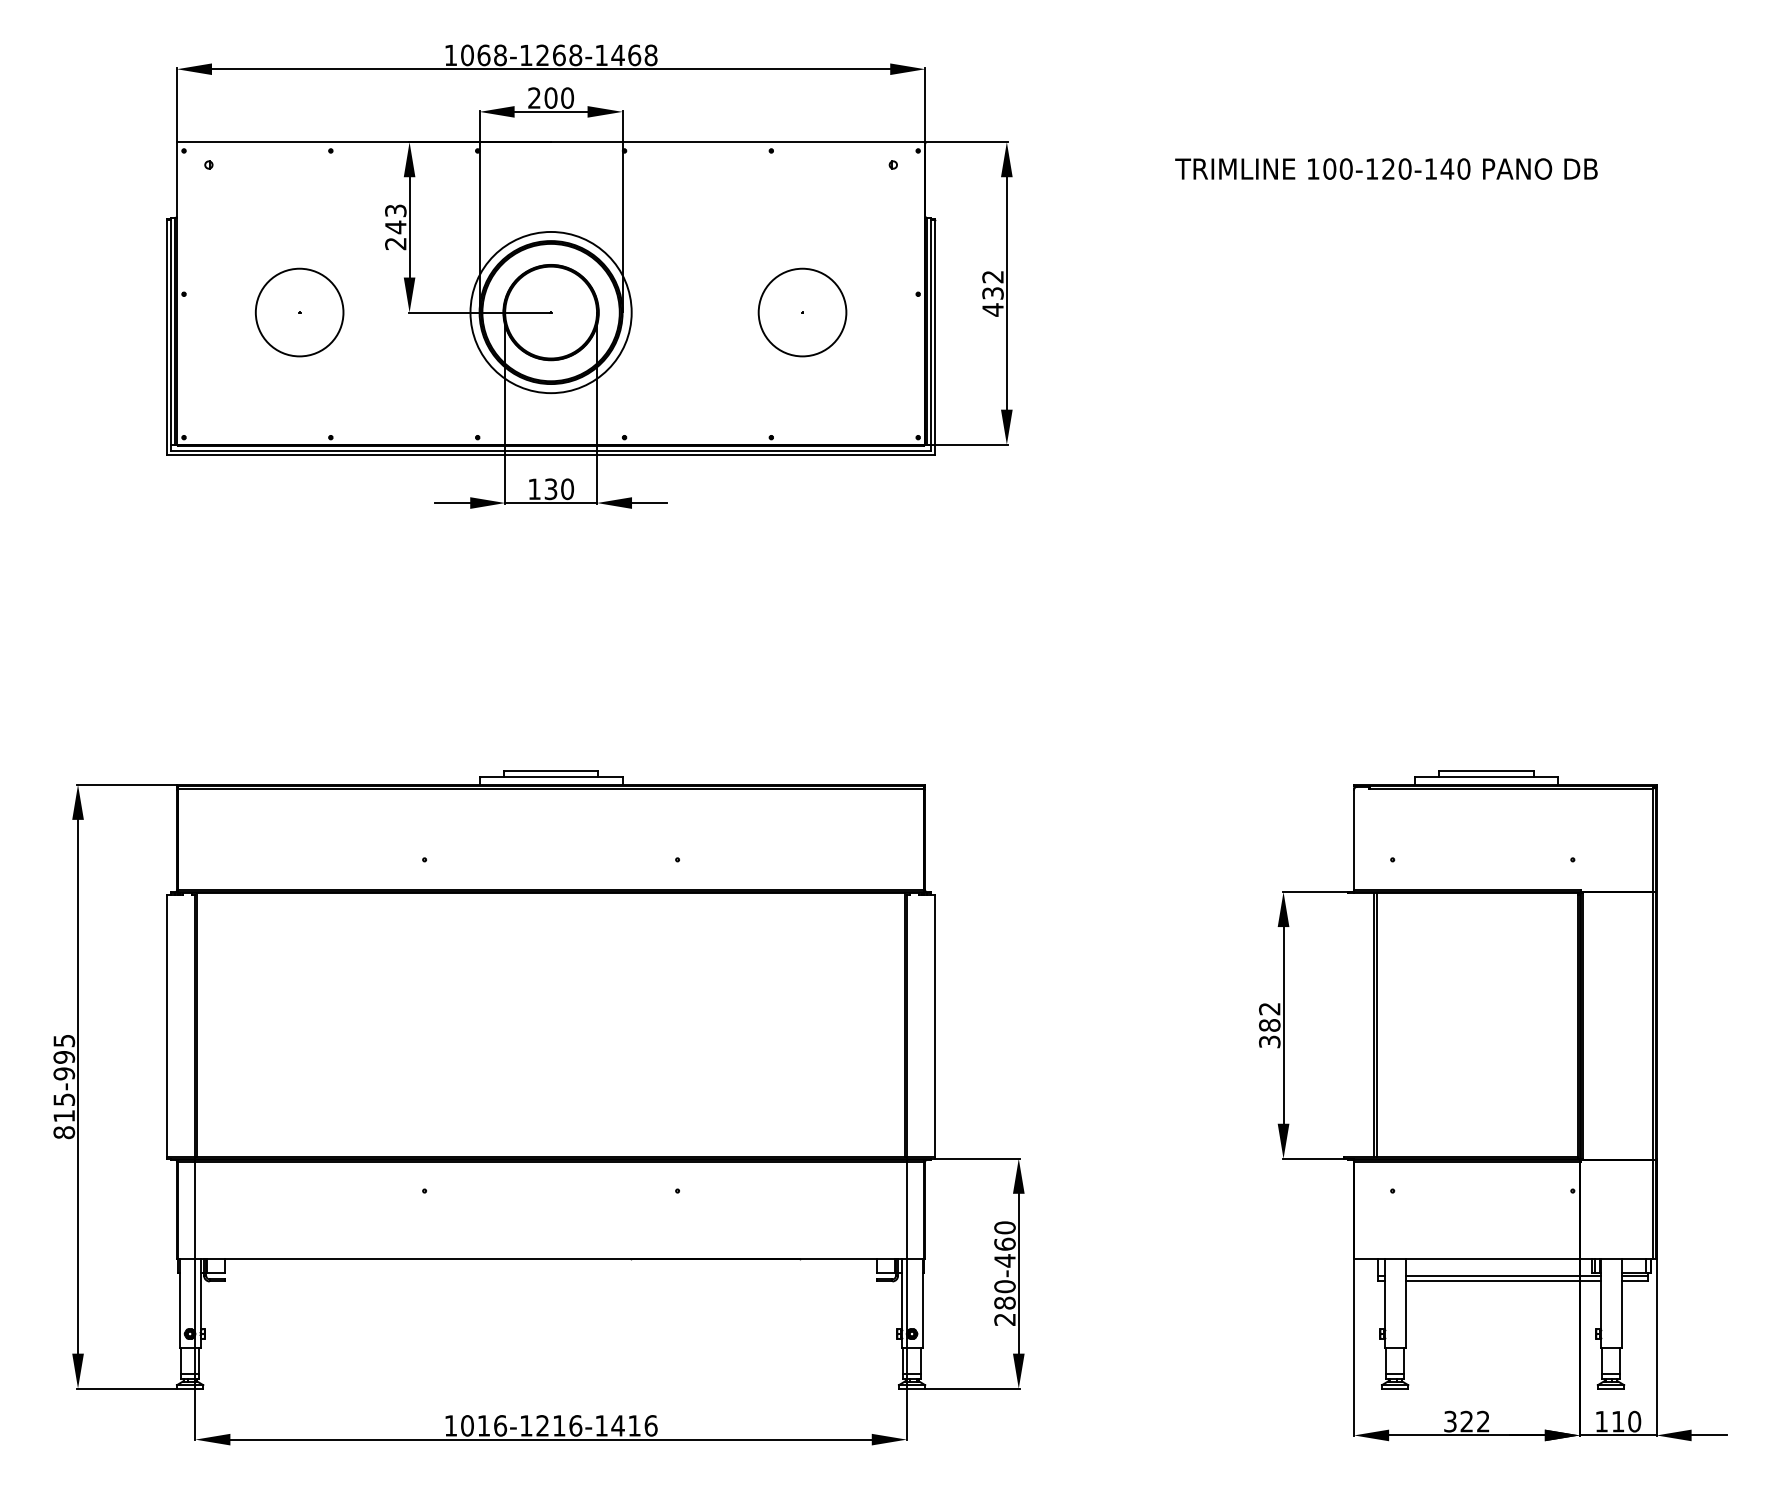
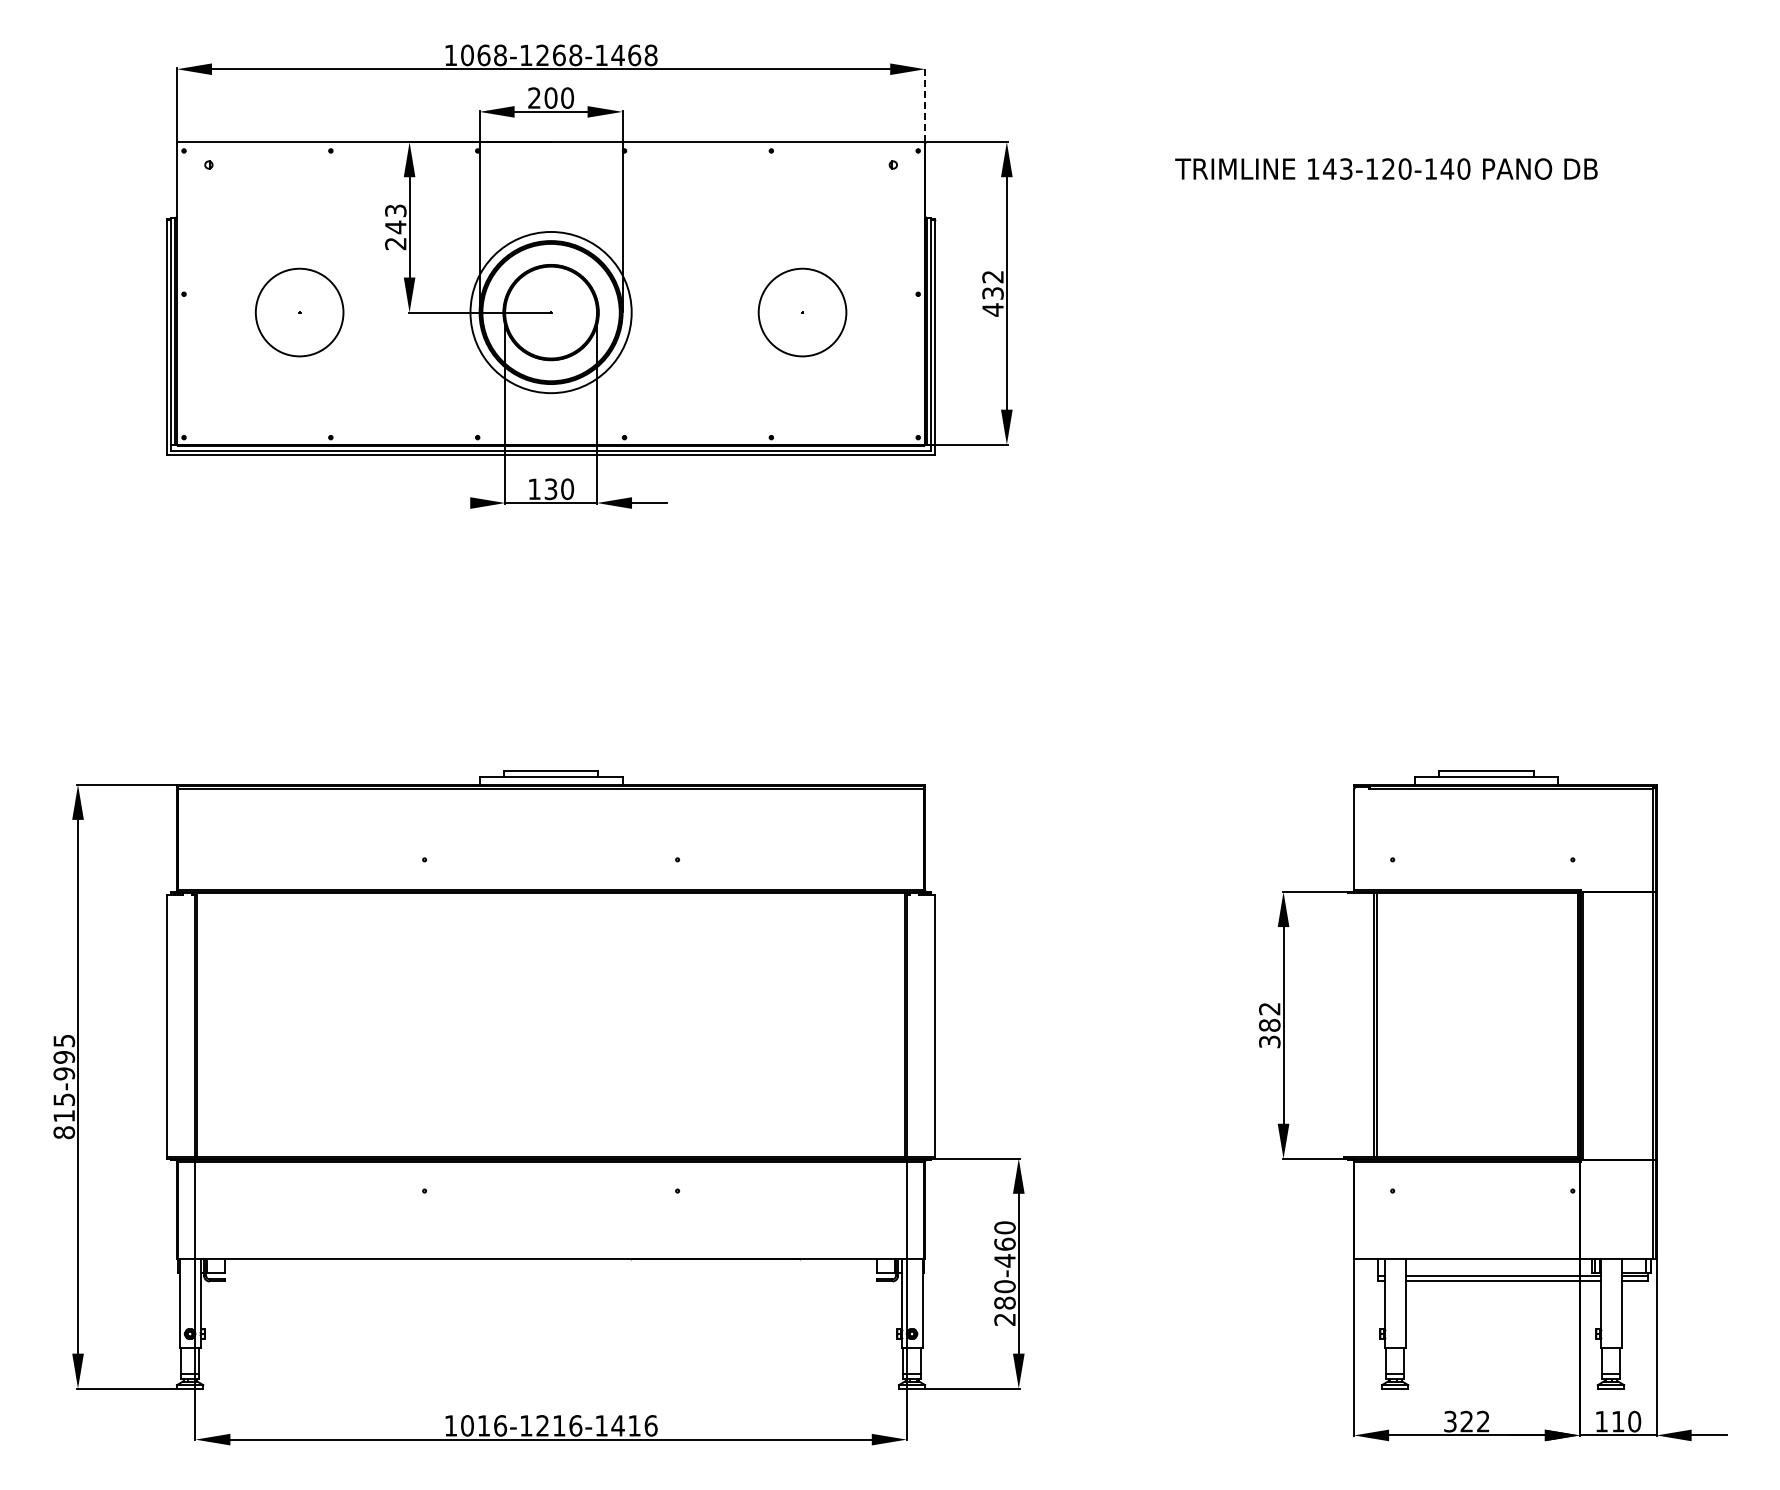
line at (925, 105): solid -> dashed
text at (1337, 168): 100-120-140 -> 143-120-140
line at (452, 503): present -> none
